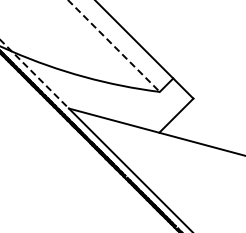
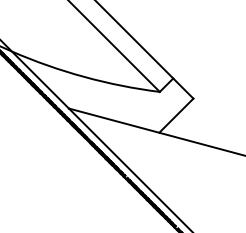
line at (113, 46): dashed -> solid
line at (35, 74): dashed -> solid
